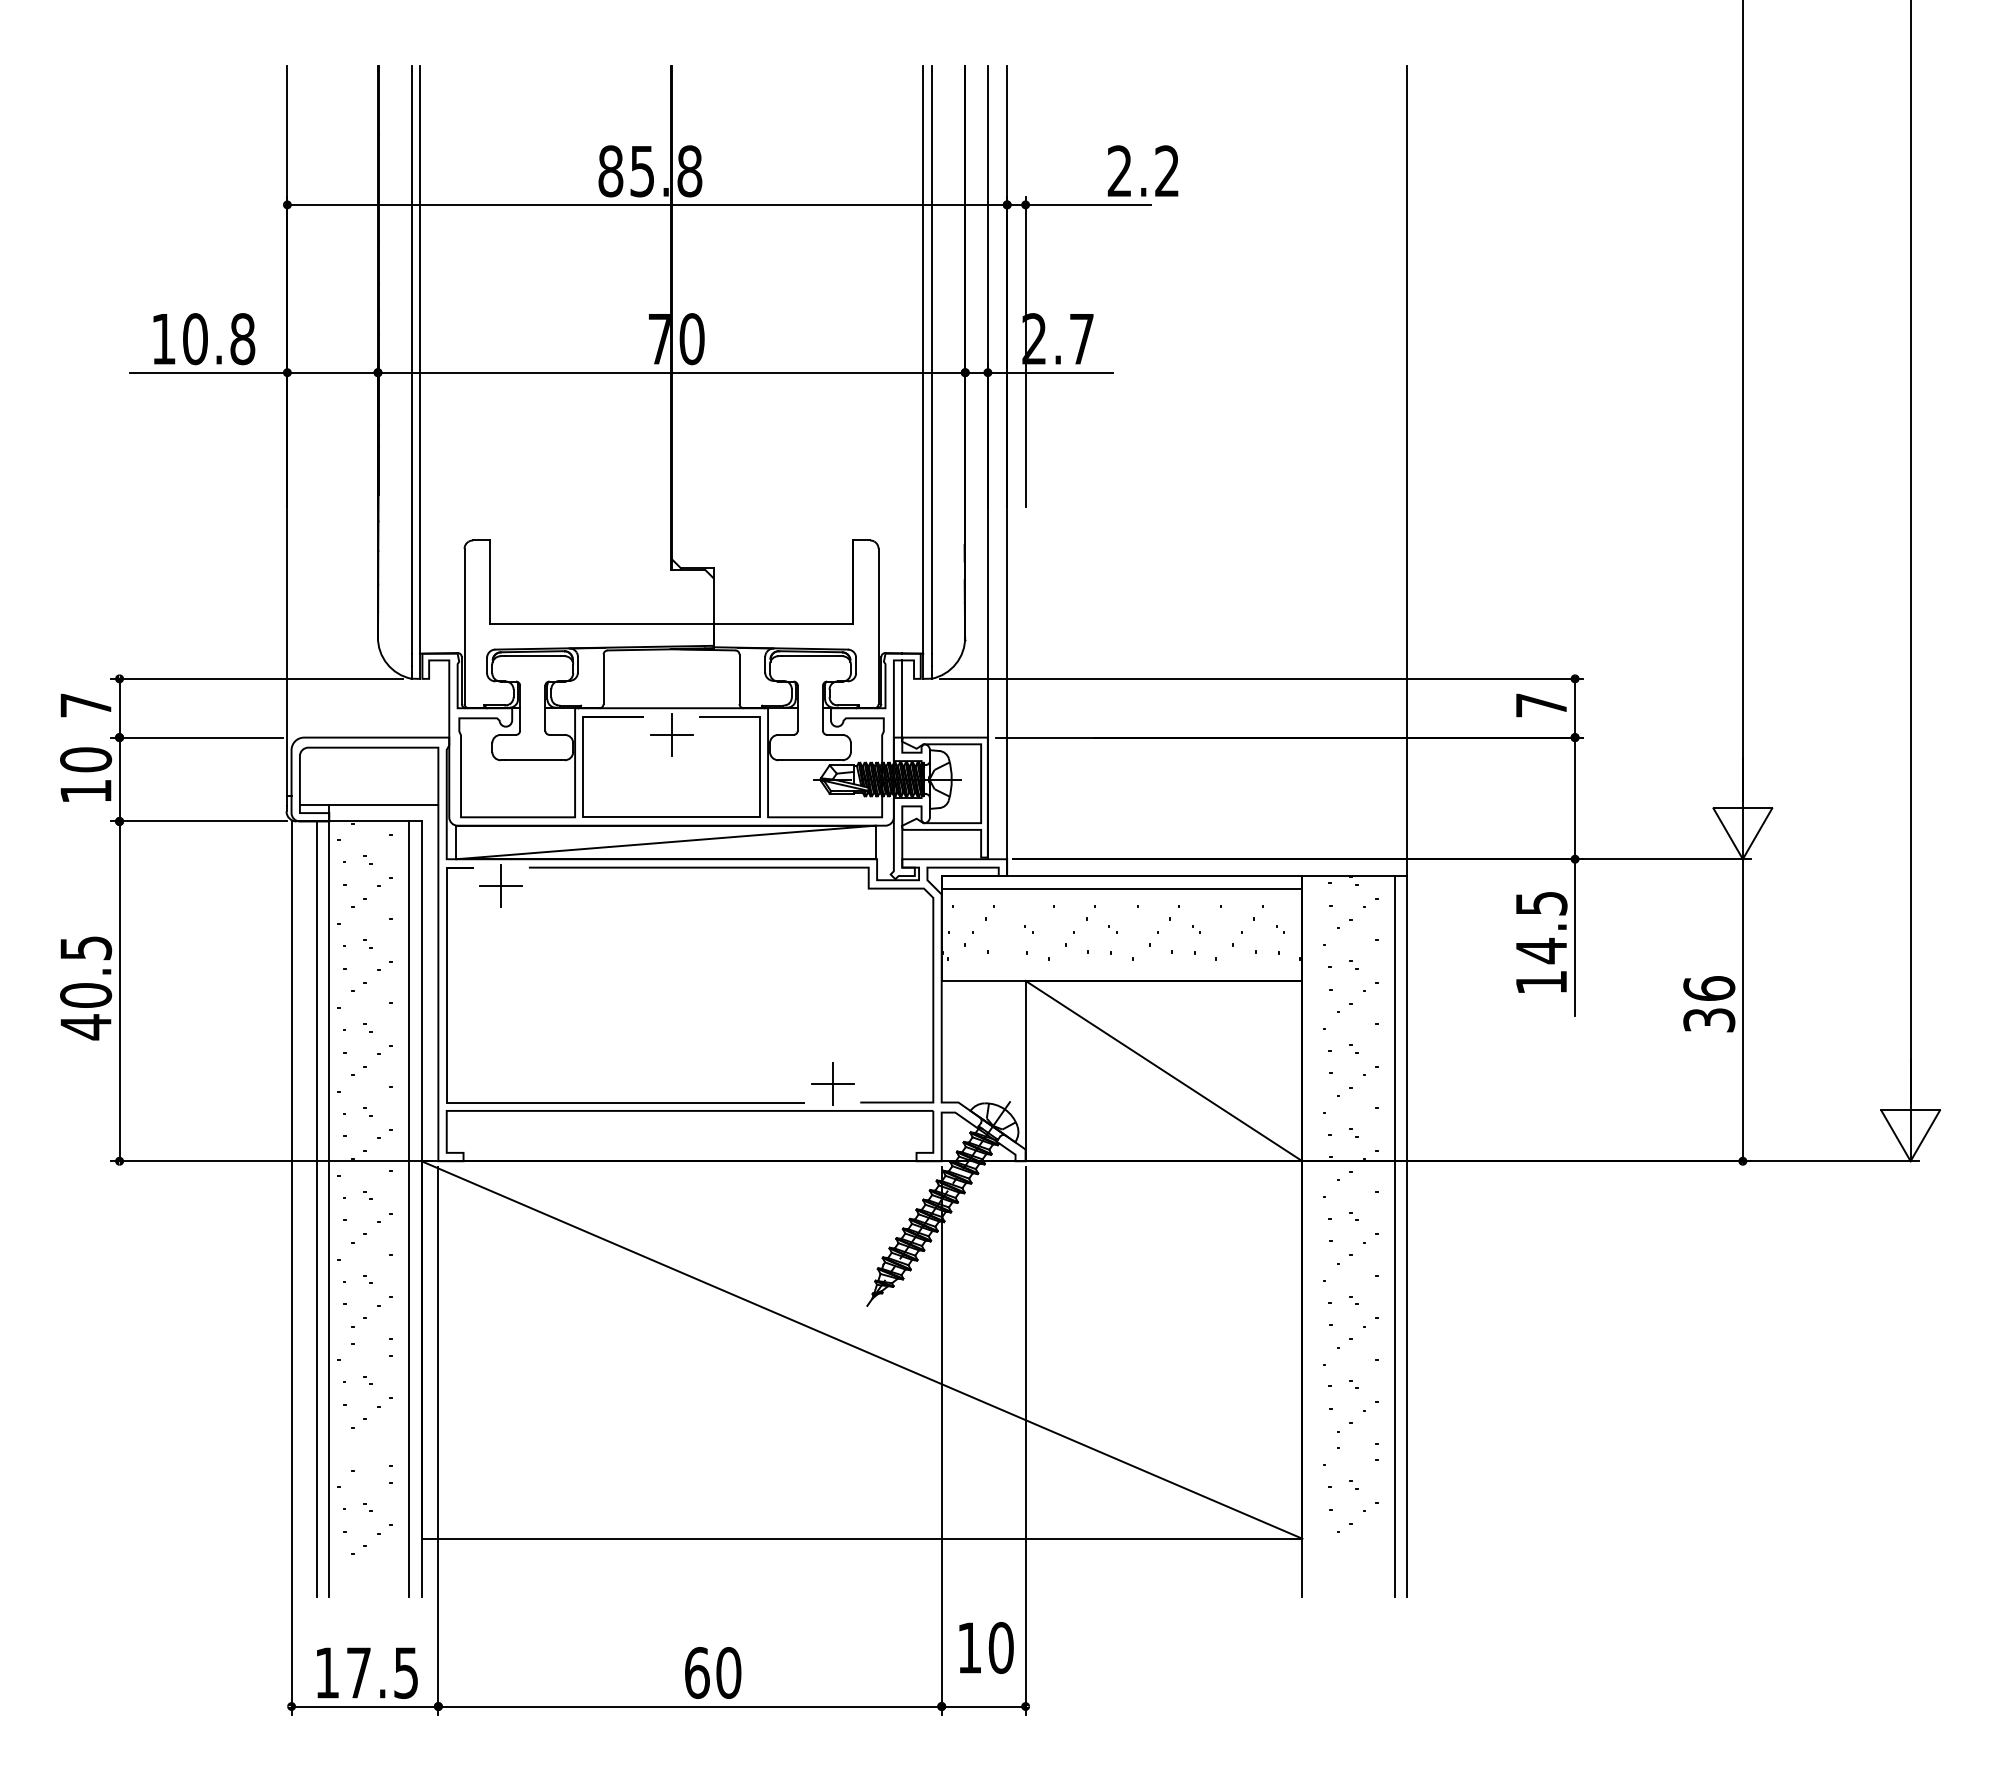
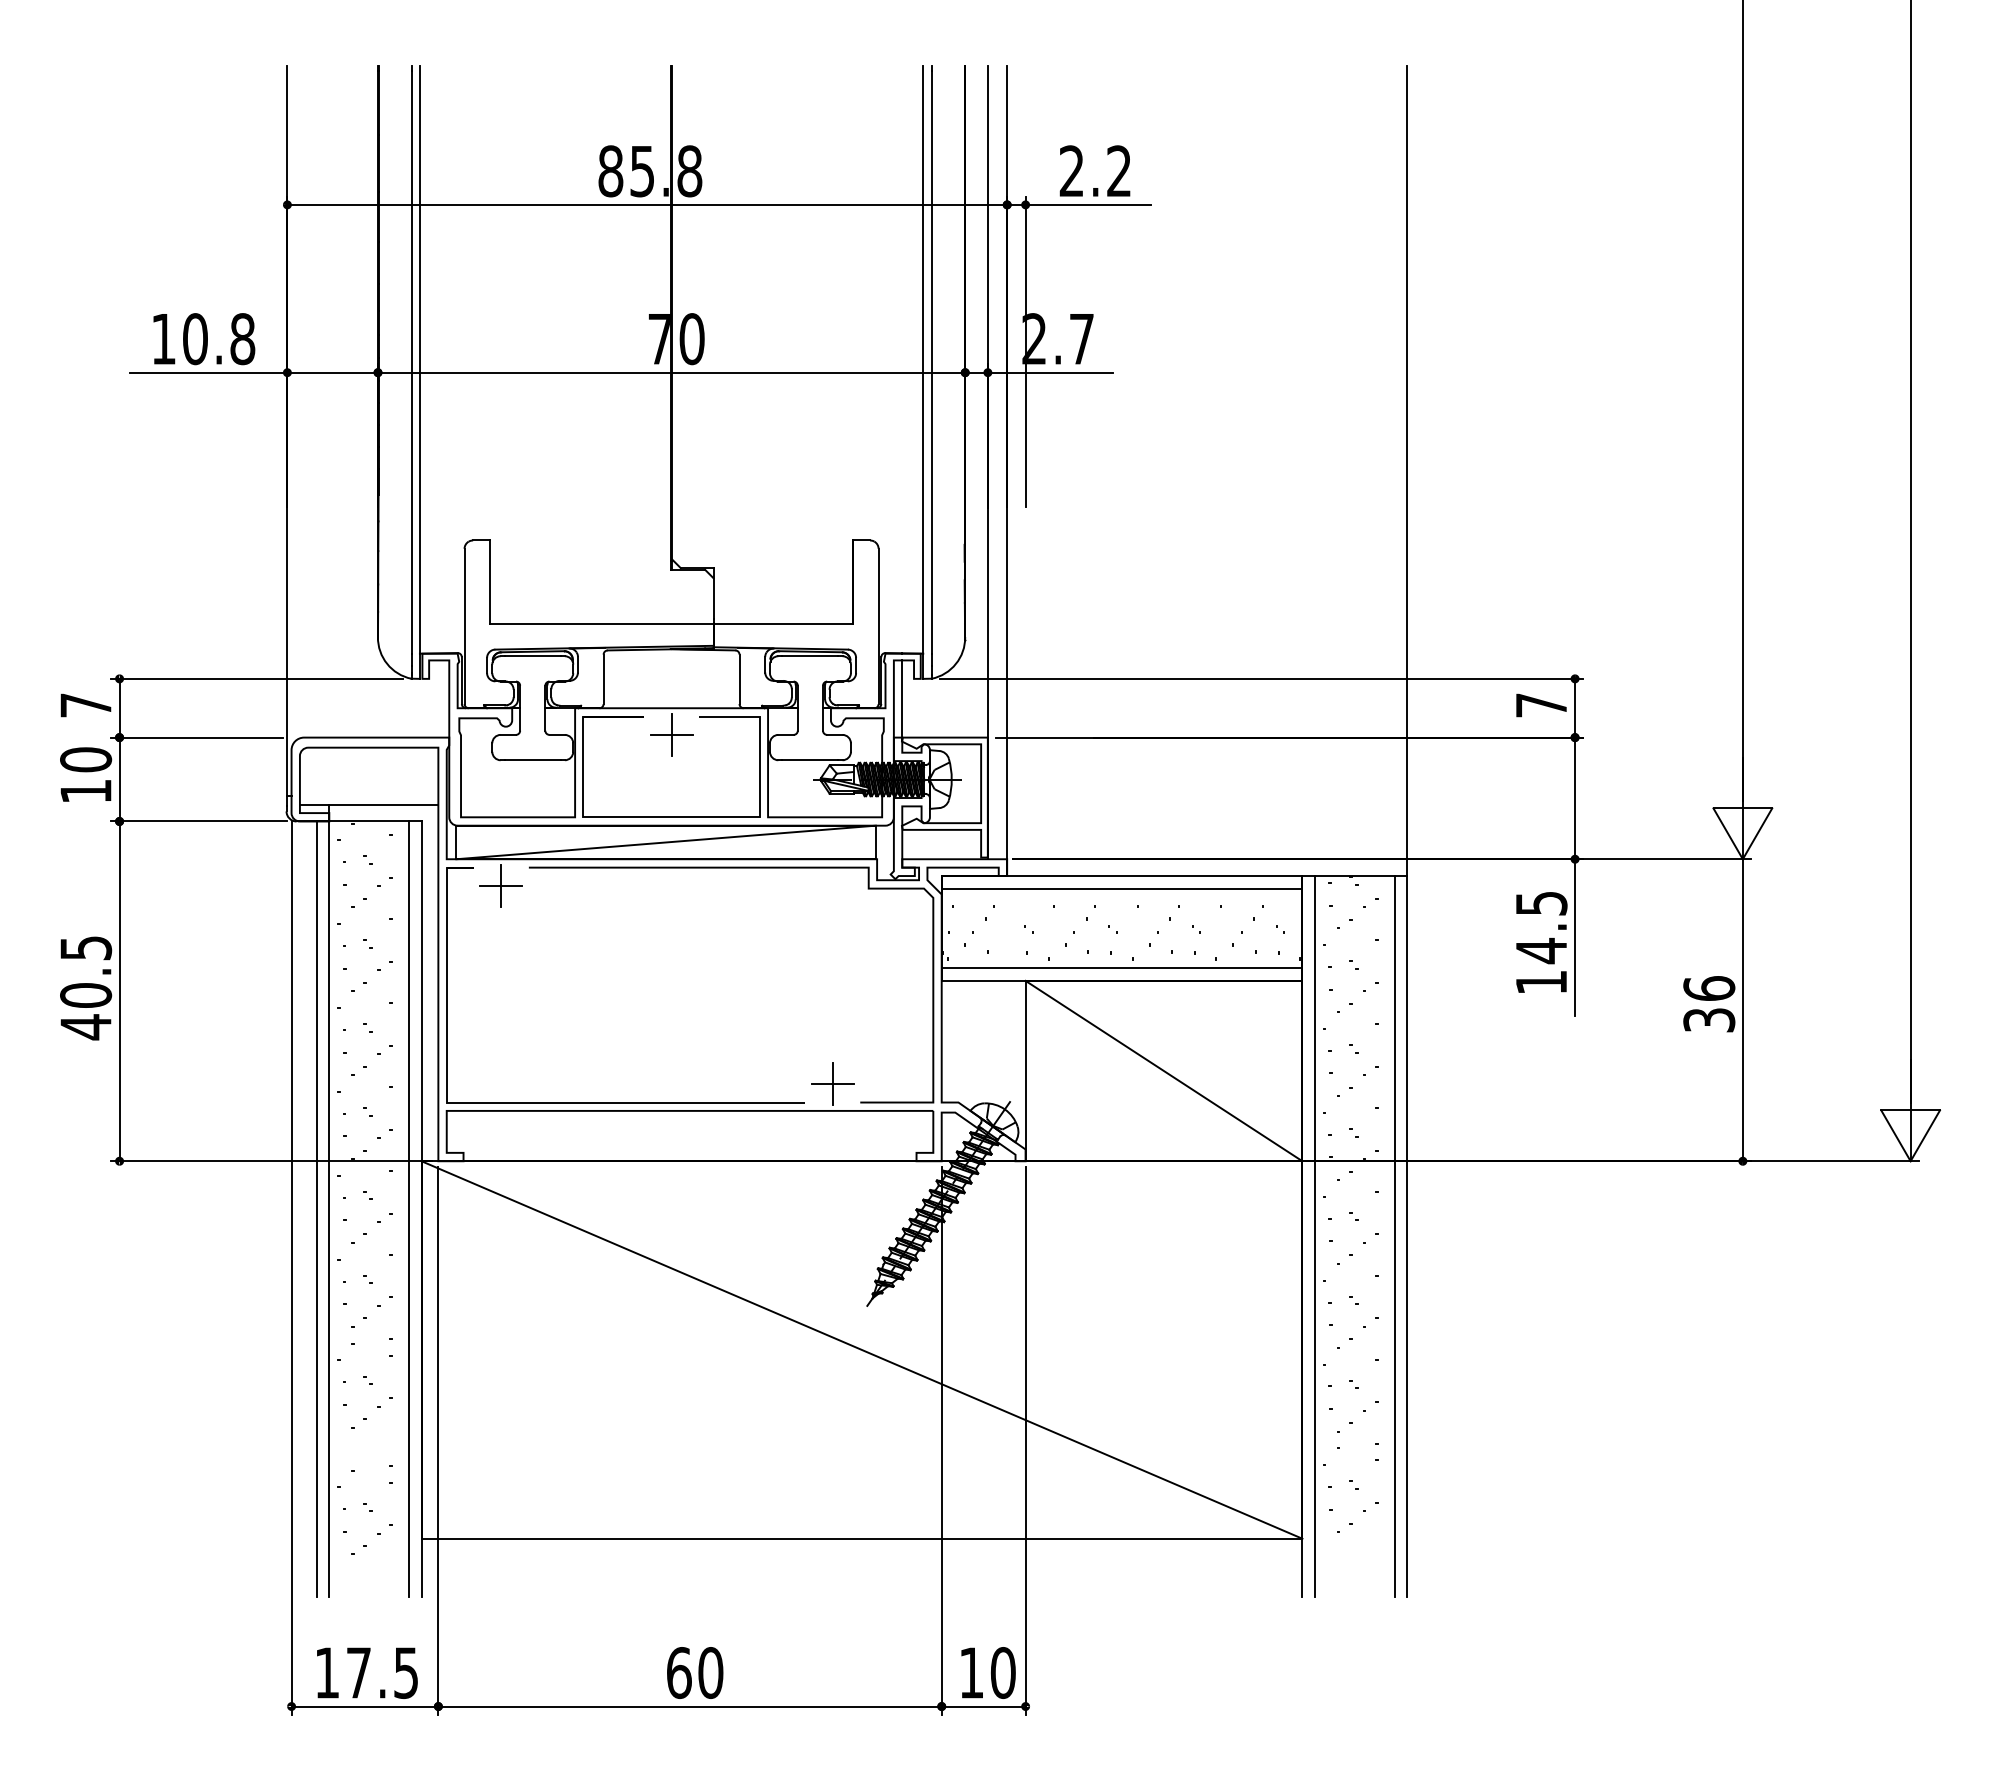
text at (1142, 170) position: (1142, 170) -> (1094, 170)
line at (1121, 968): none -> present
line at (1315, 1236): none -> present
text at (986, 1647) position: (986, 1647) -> (988, 1672)
text at (713, 1672) position: (713, 1672) -> (695, 1672)
